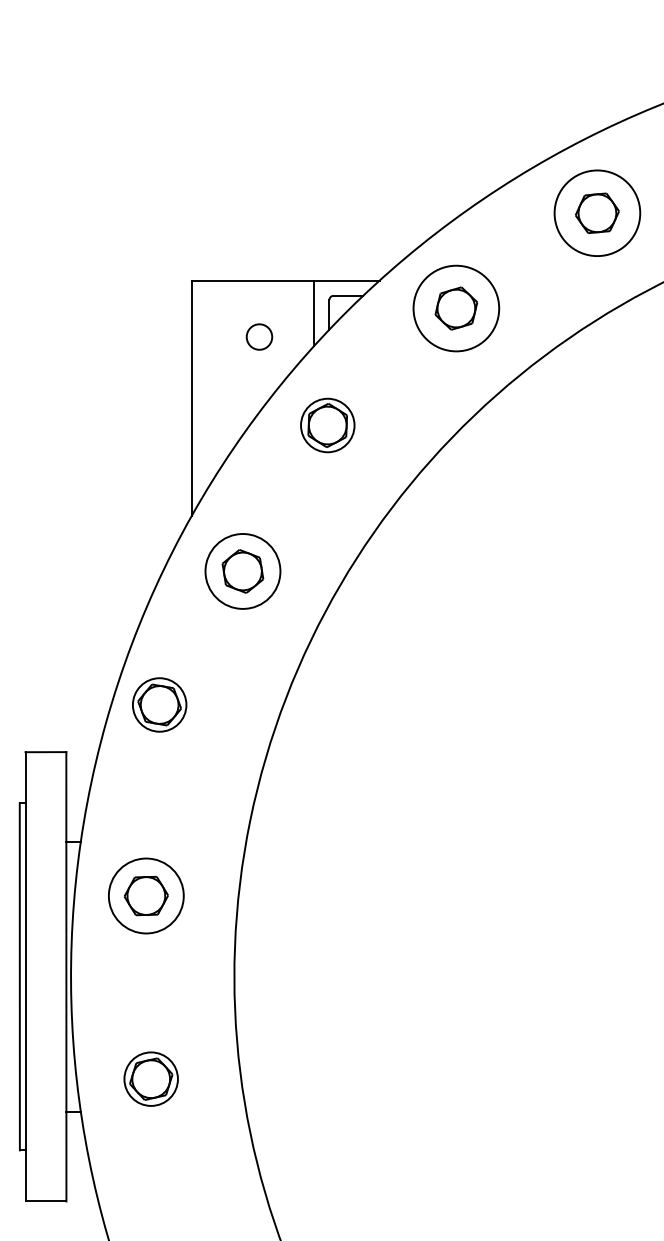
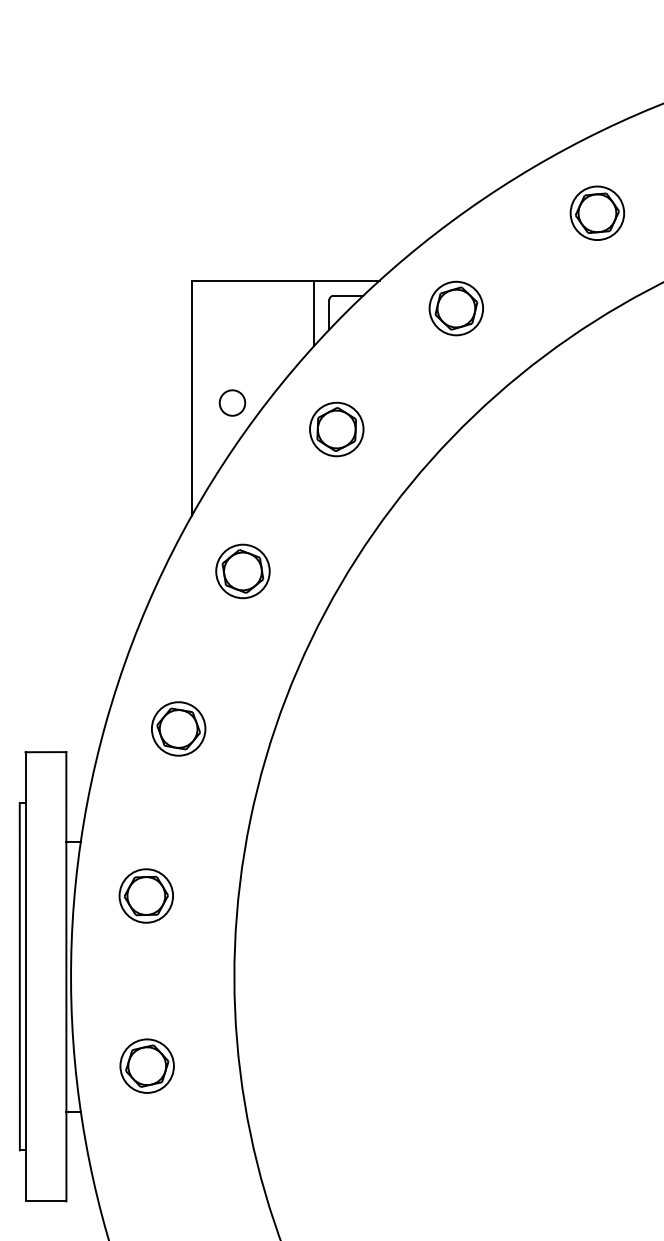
circle at (597, 213) diameter: 86 px -> 54 px
circle at (456, 308) diameter: 86 px -> 54 px
circle at (259, 336) position: (259, 336) -> (232, 402)
part at (327, 425) position: (327, 425) -> (336, 429)
circle at (242, 571) diameter: 75 px -> 54 px
part at (159, 704) position: (159, 704) -> (178, 728)
circle at (145, 895) diameter: 75 px -> 54 px
part at (150, 1078) position: (150, 1078) -> (146, 1065)
